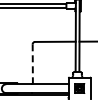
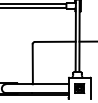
line at (32, 64): dashed -> solid
